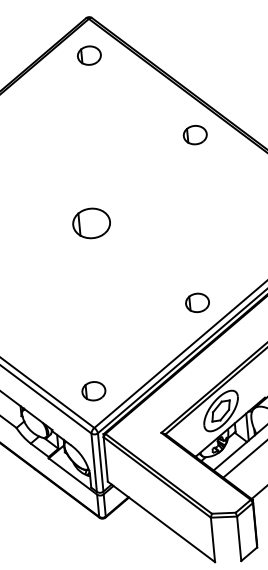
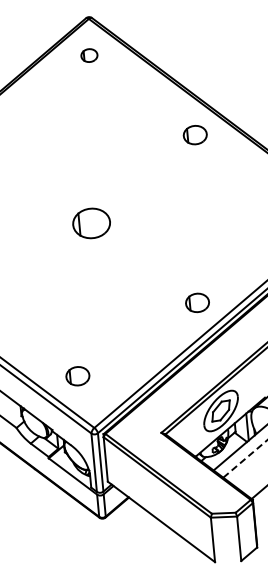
part at (89, 55) size: 25x21 px -> 19x15 px
part at (93, 391) position: (93, 391) -> (77, 376)
line at (245, 458): solid -> dashed
